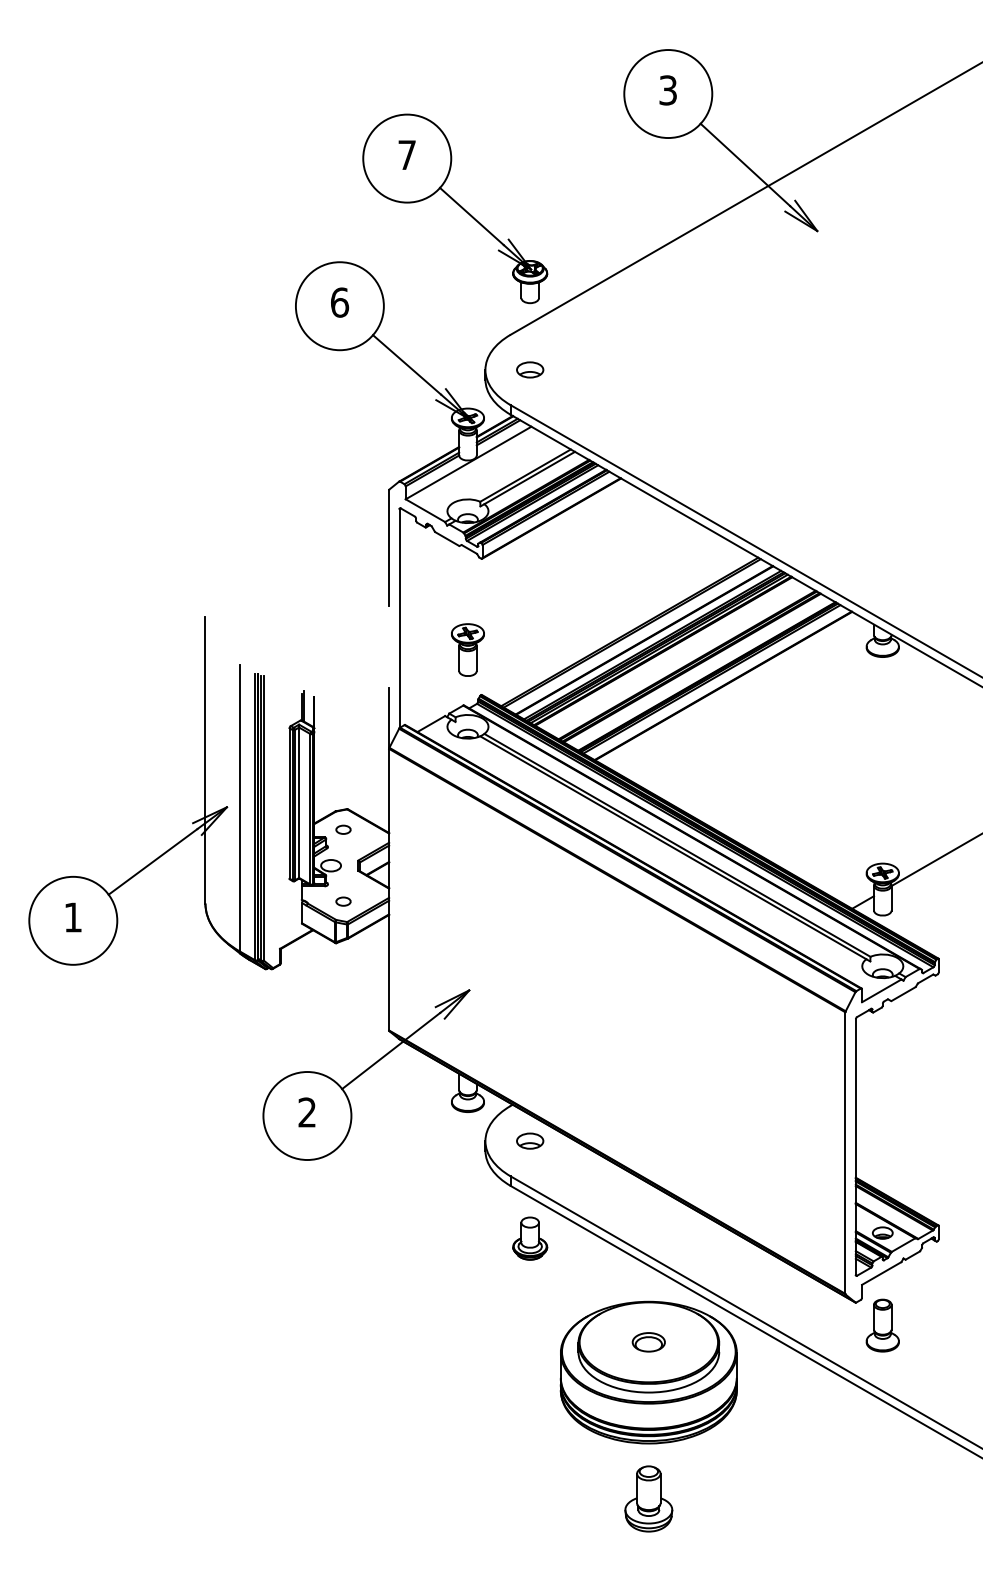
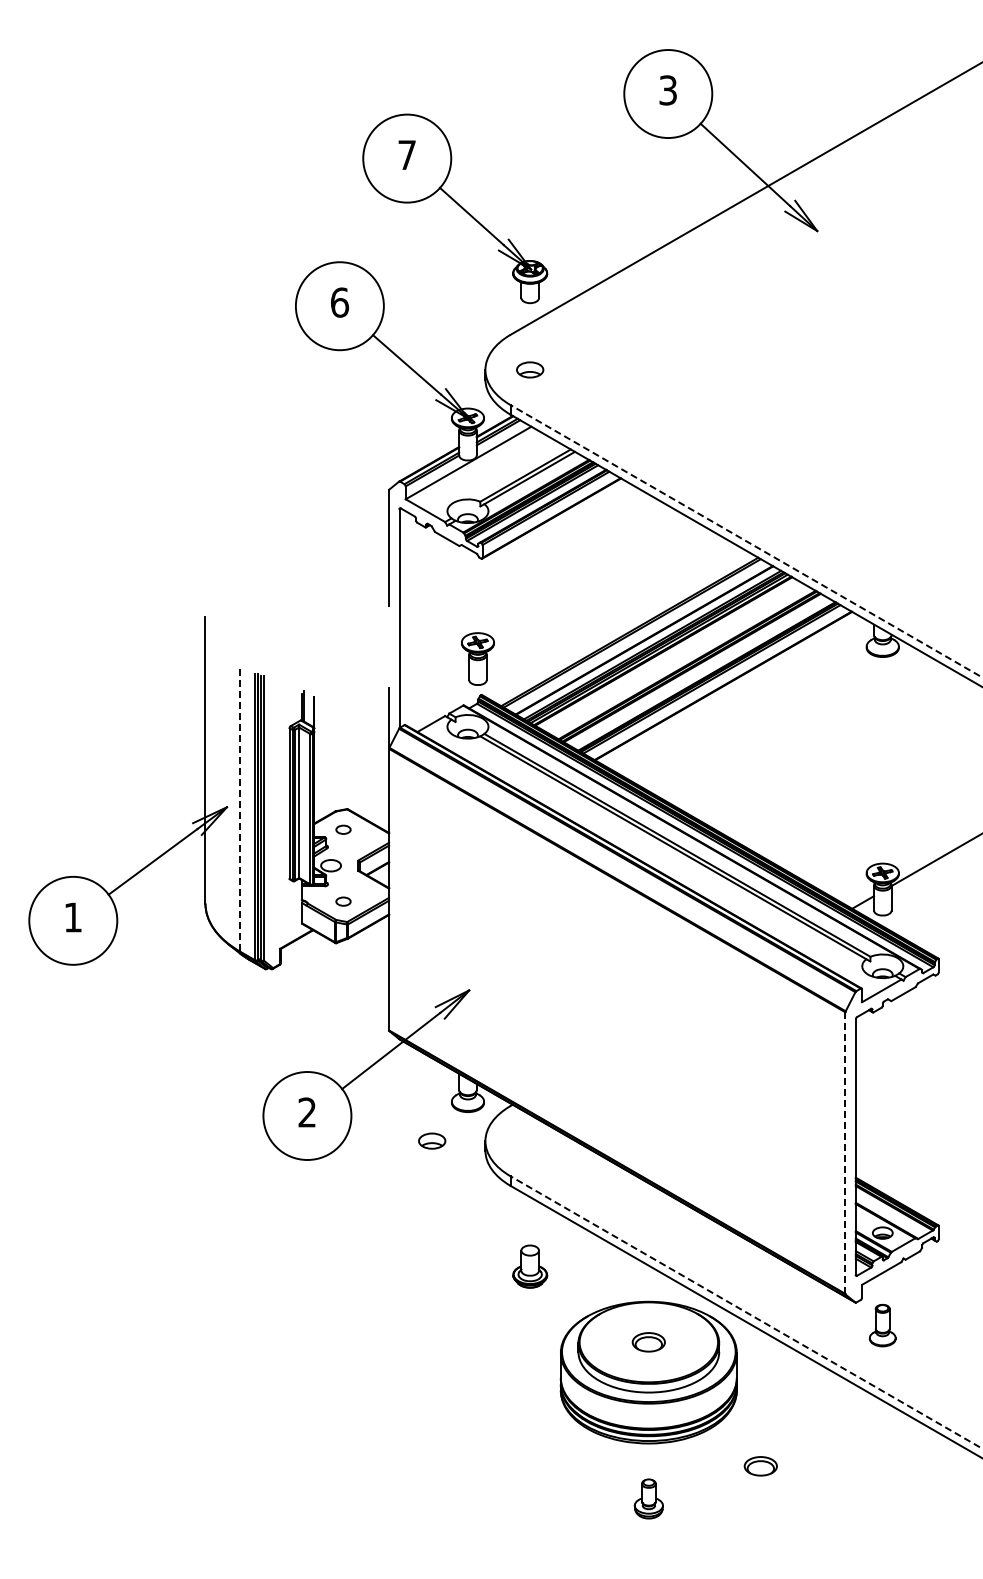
line at (746, 541): solid -> dashed
part at (467, 649) position: (467, 649) -> (477, 658)
line at (239, 807): solid -> dashed
part at (530, 1140) position: (530, 1140) -> (432, 1140)
line at (845, 1153): solid -> dashed
part at (530, 1238) position: (530, 1238) -> (530, 1266)
line at (746, 1312): solid -> dashed
part at (882, 1325) size: 35x55 px -> 28x45 px
part at (760, 1466): none -> present
part at (648, 1498) size: 50x68 px -> 31x42 px
